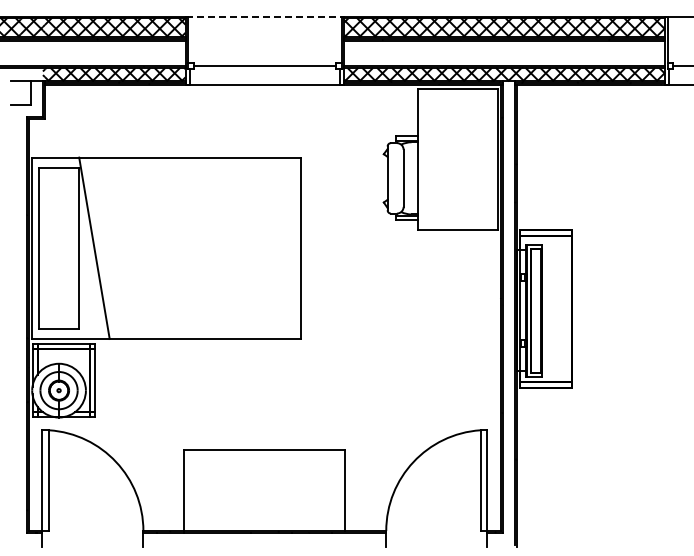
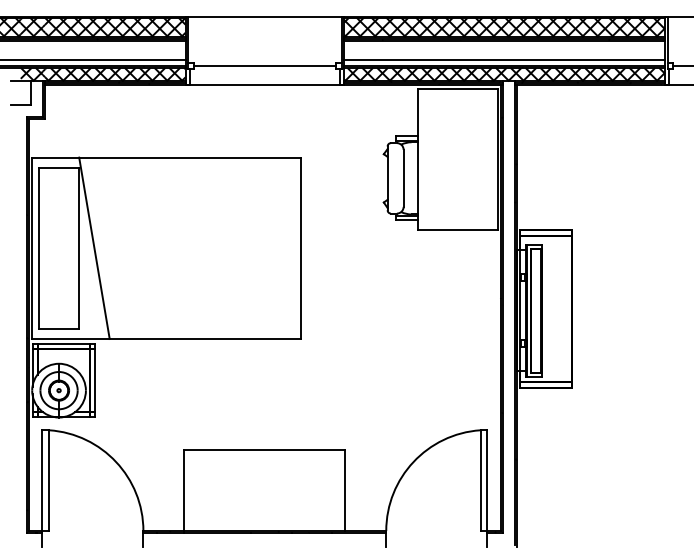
line at (265, 16): dashed -> solid
line at (93, 60): none -> present
line at (504, 60): none -> present
hatch at (31, 74): none -> present
